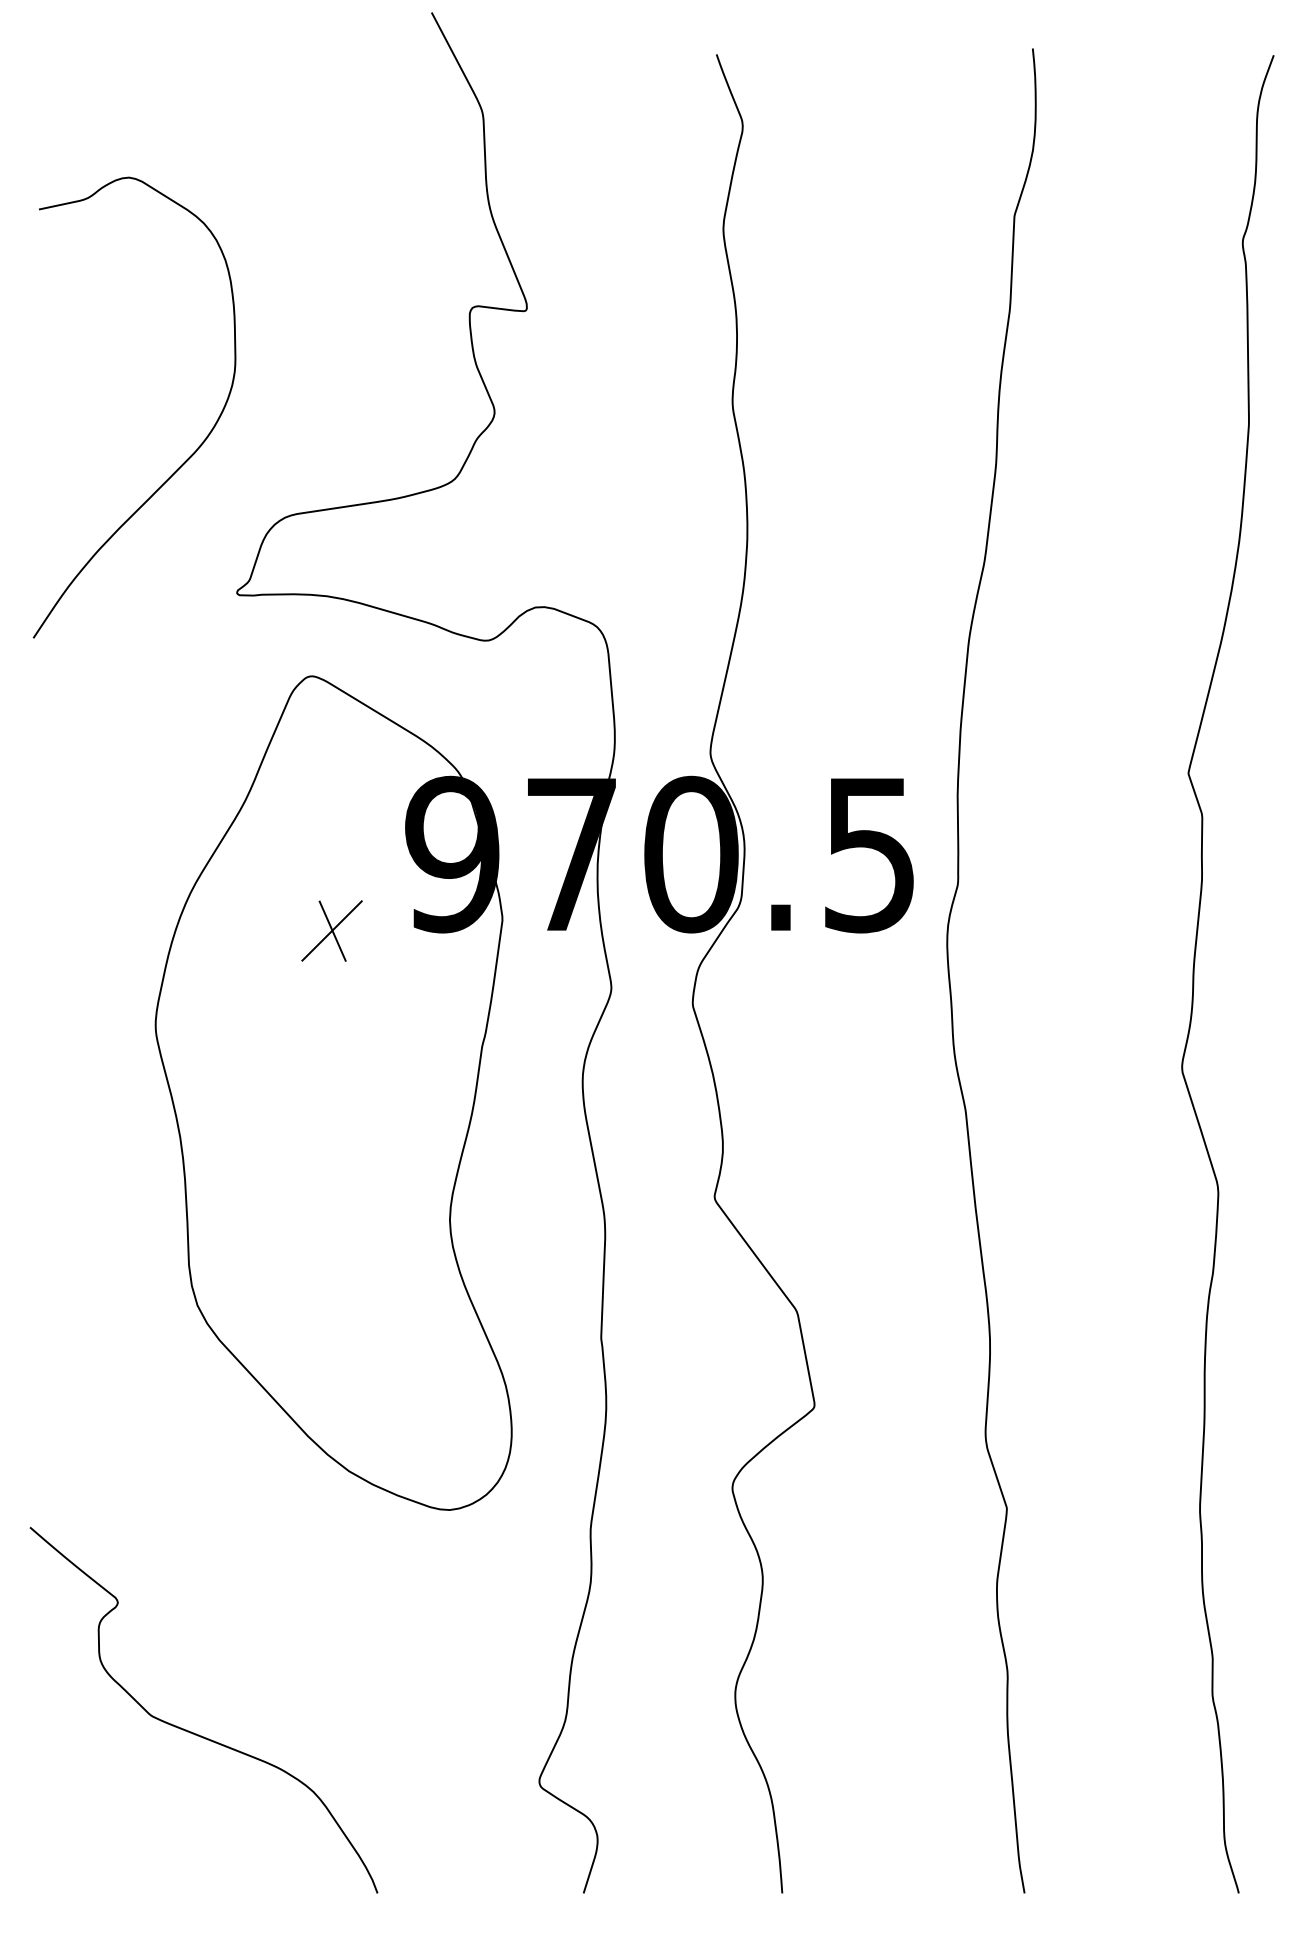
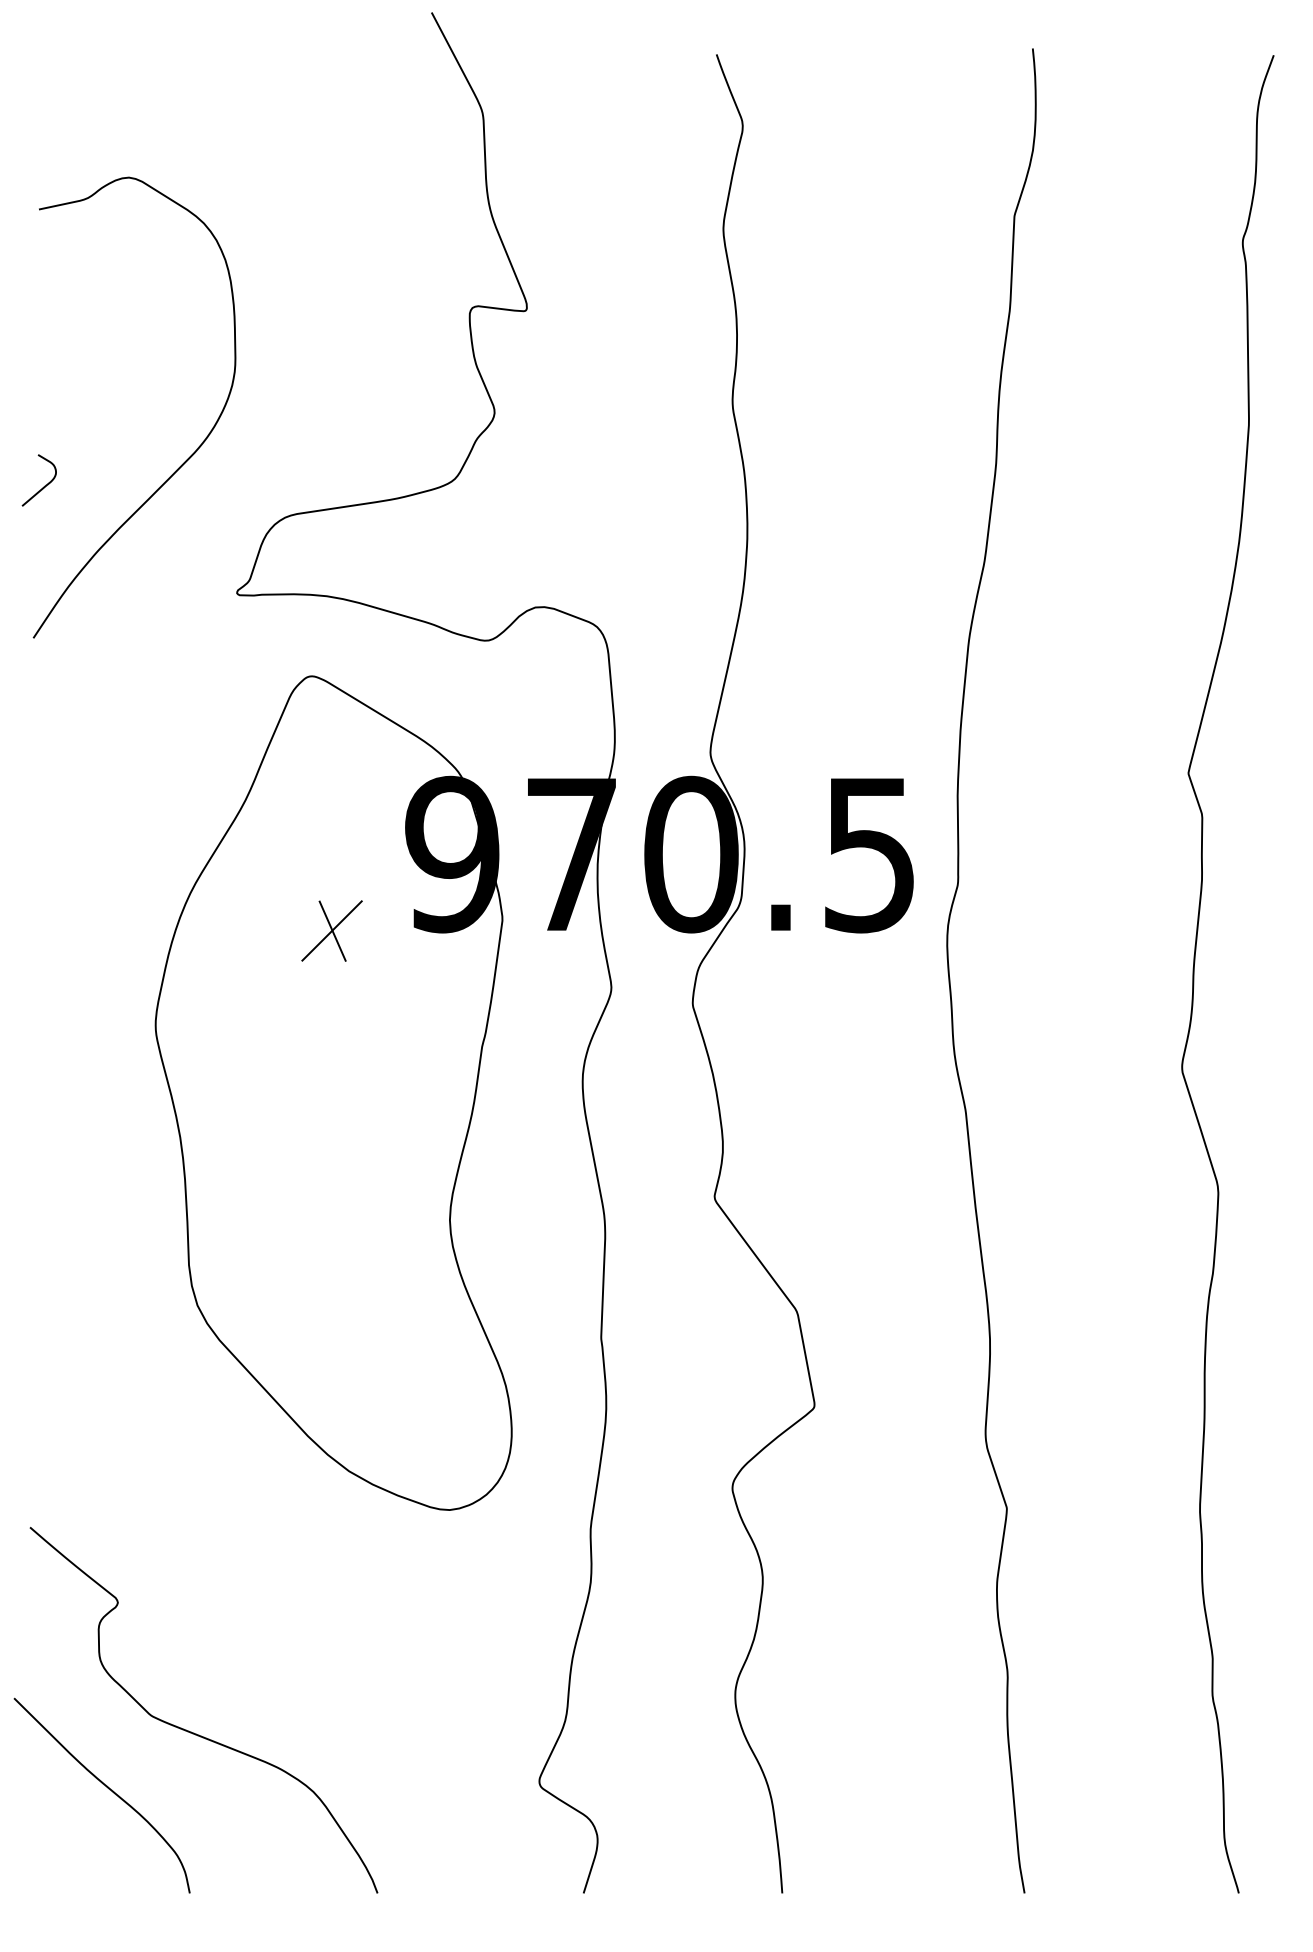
curve at (44, 485): none -> present
curve at (107, 1788): none -> present
